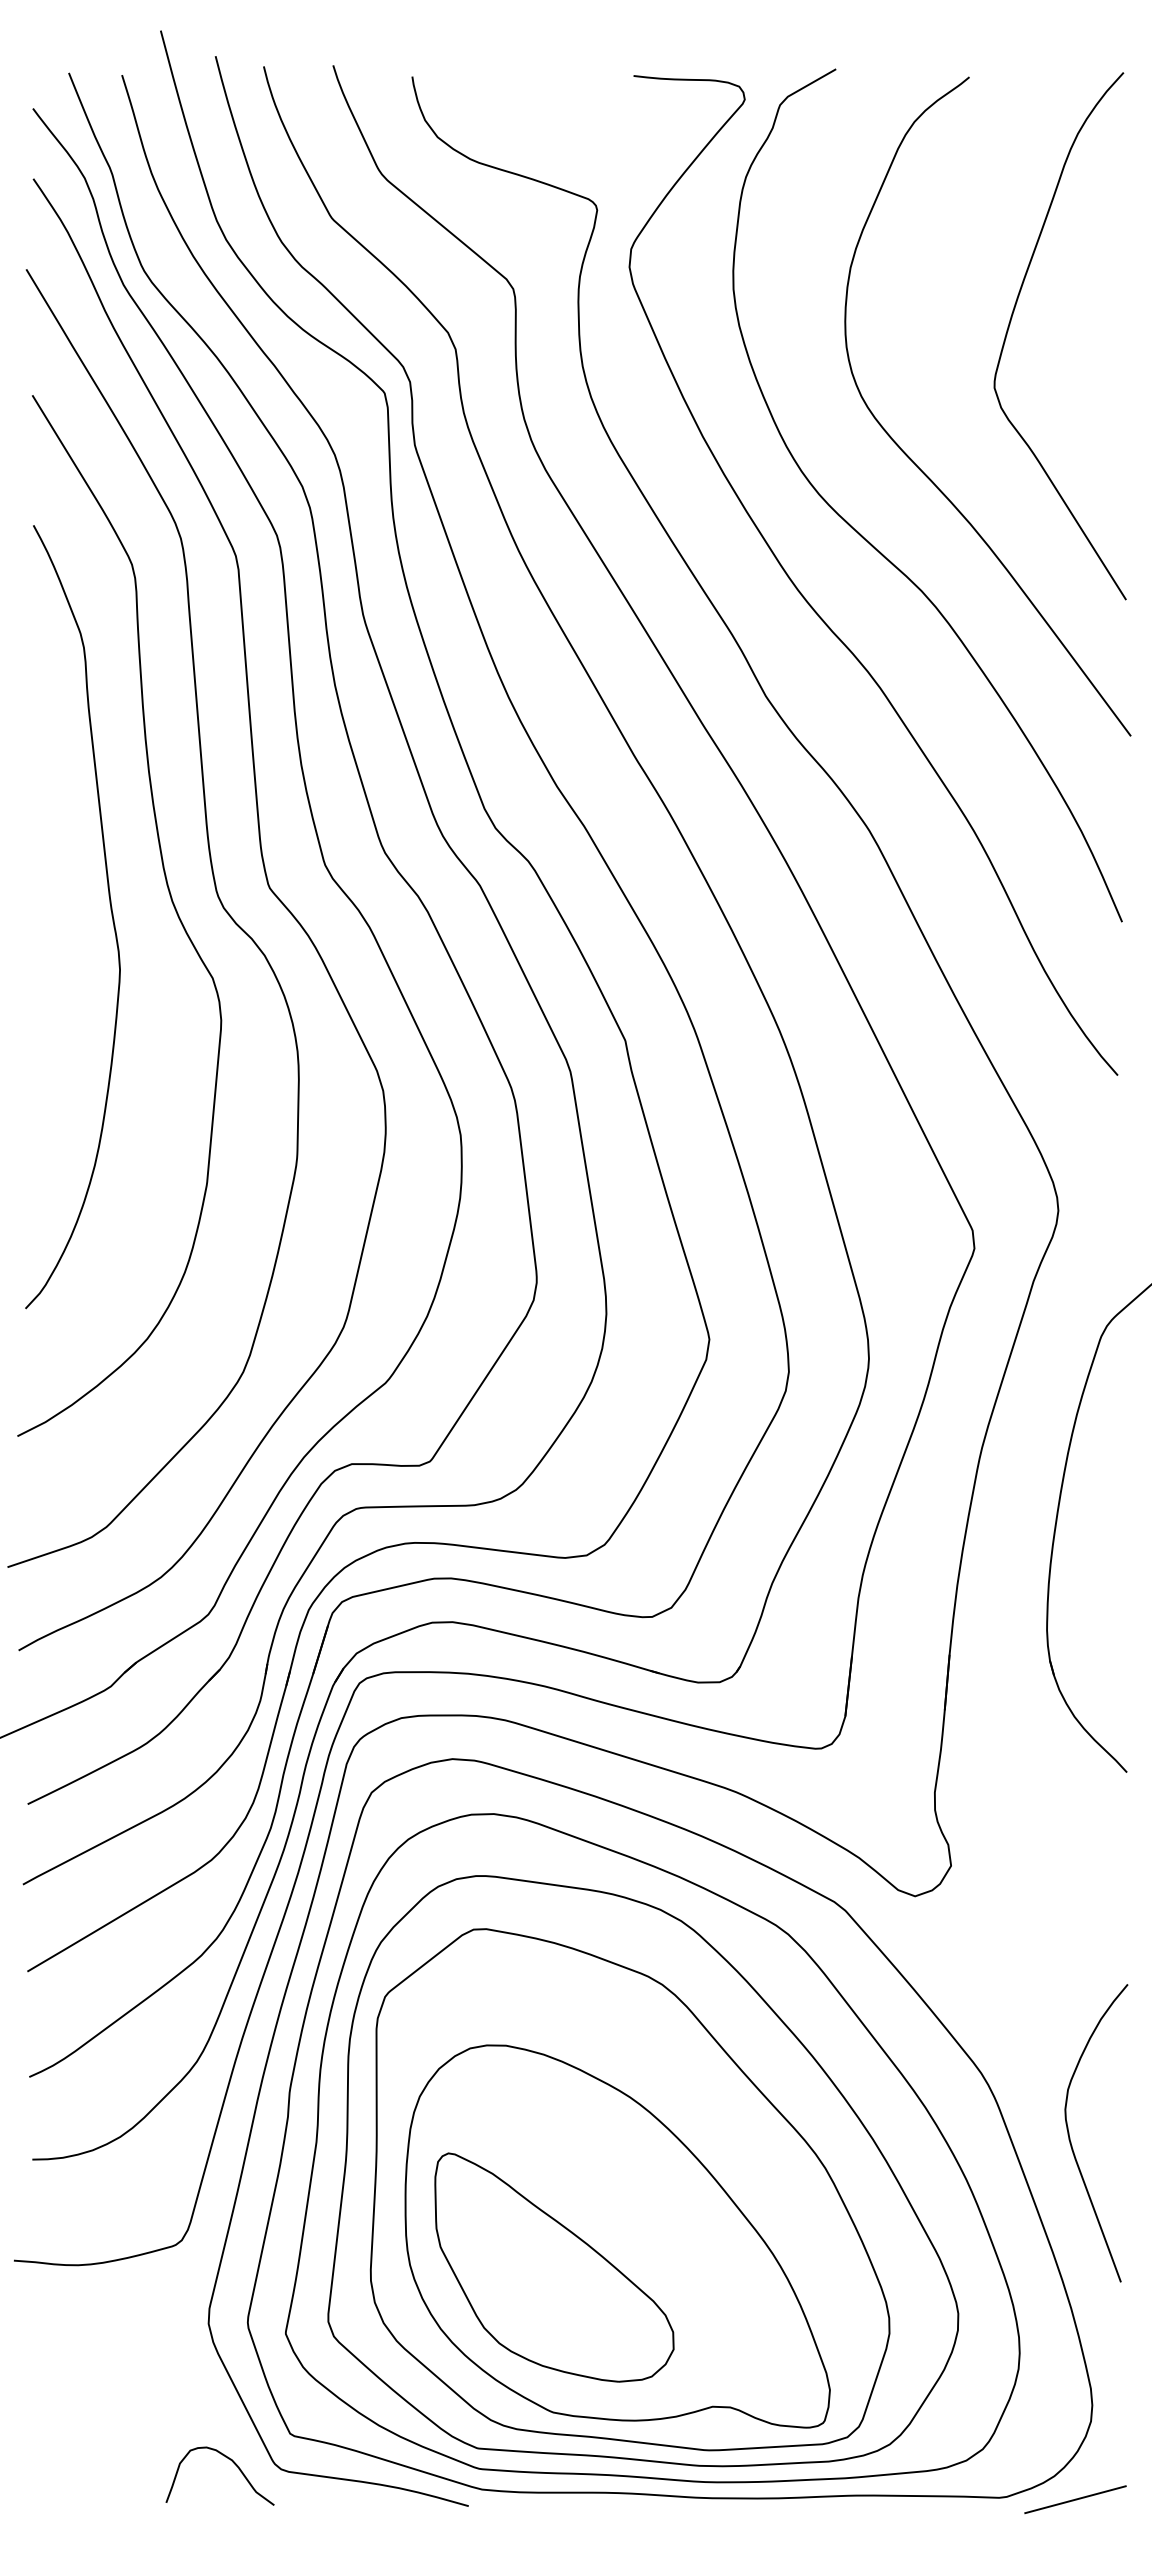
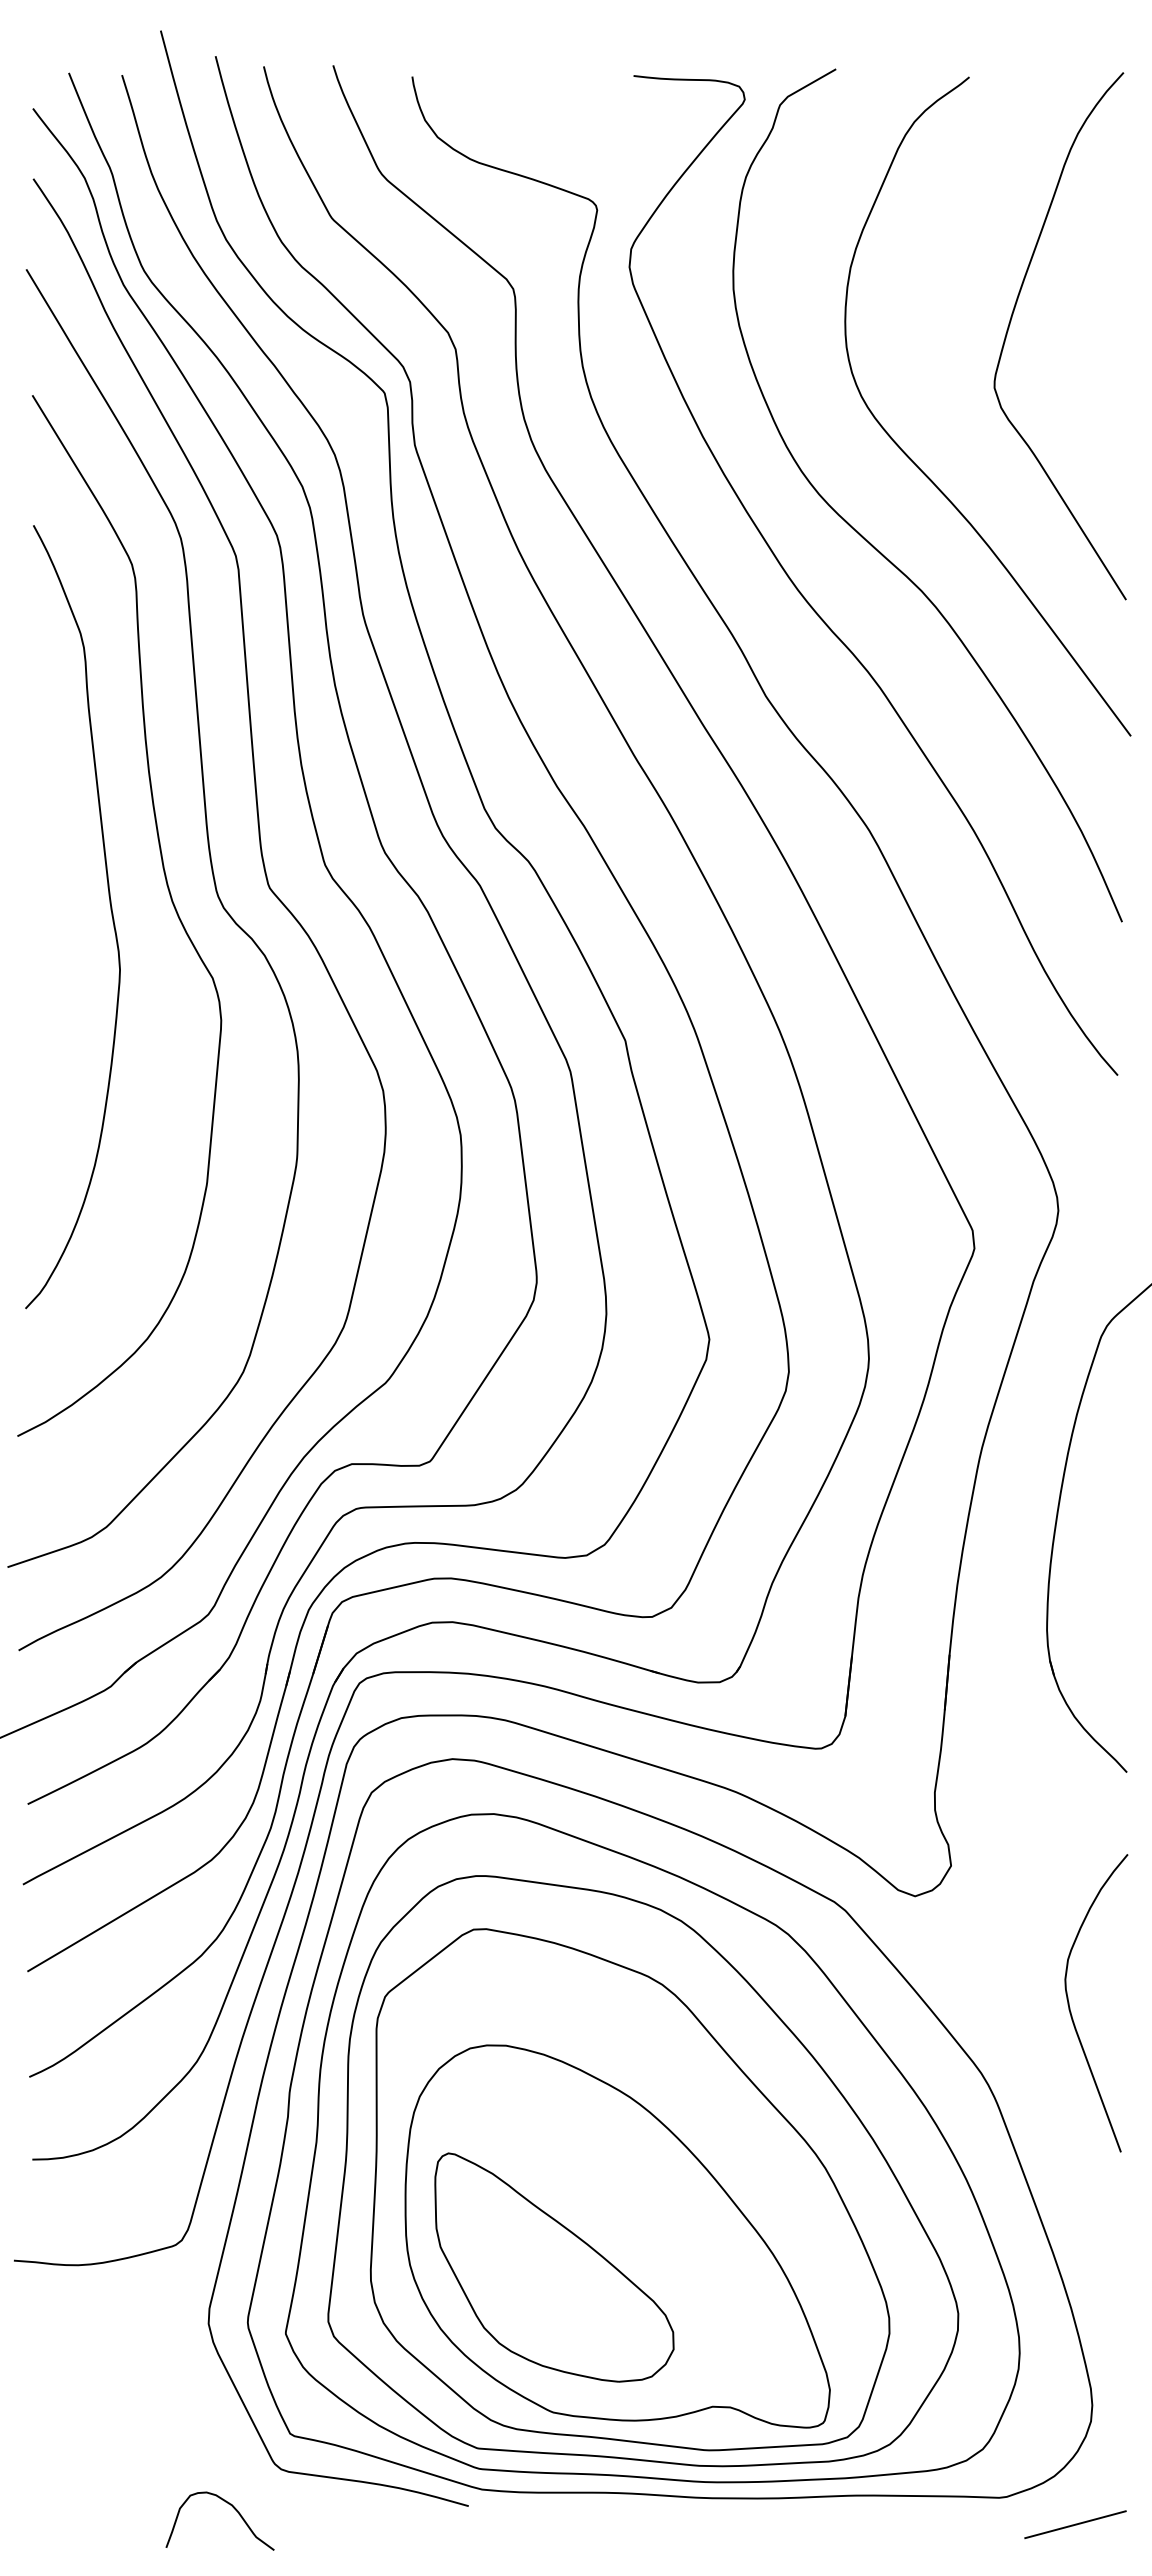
curve at (1071, 2141) position: (1071, 2141) -> (1071, 2011)
curve at (228, 2459) position: (228, 2459) -> (228, 2504)
line at (1075, 2499) position: (1075, 2499) -> (1075, 2524)
